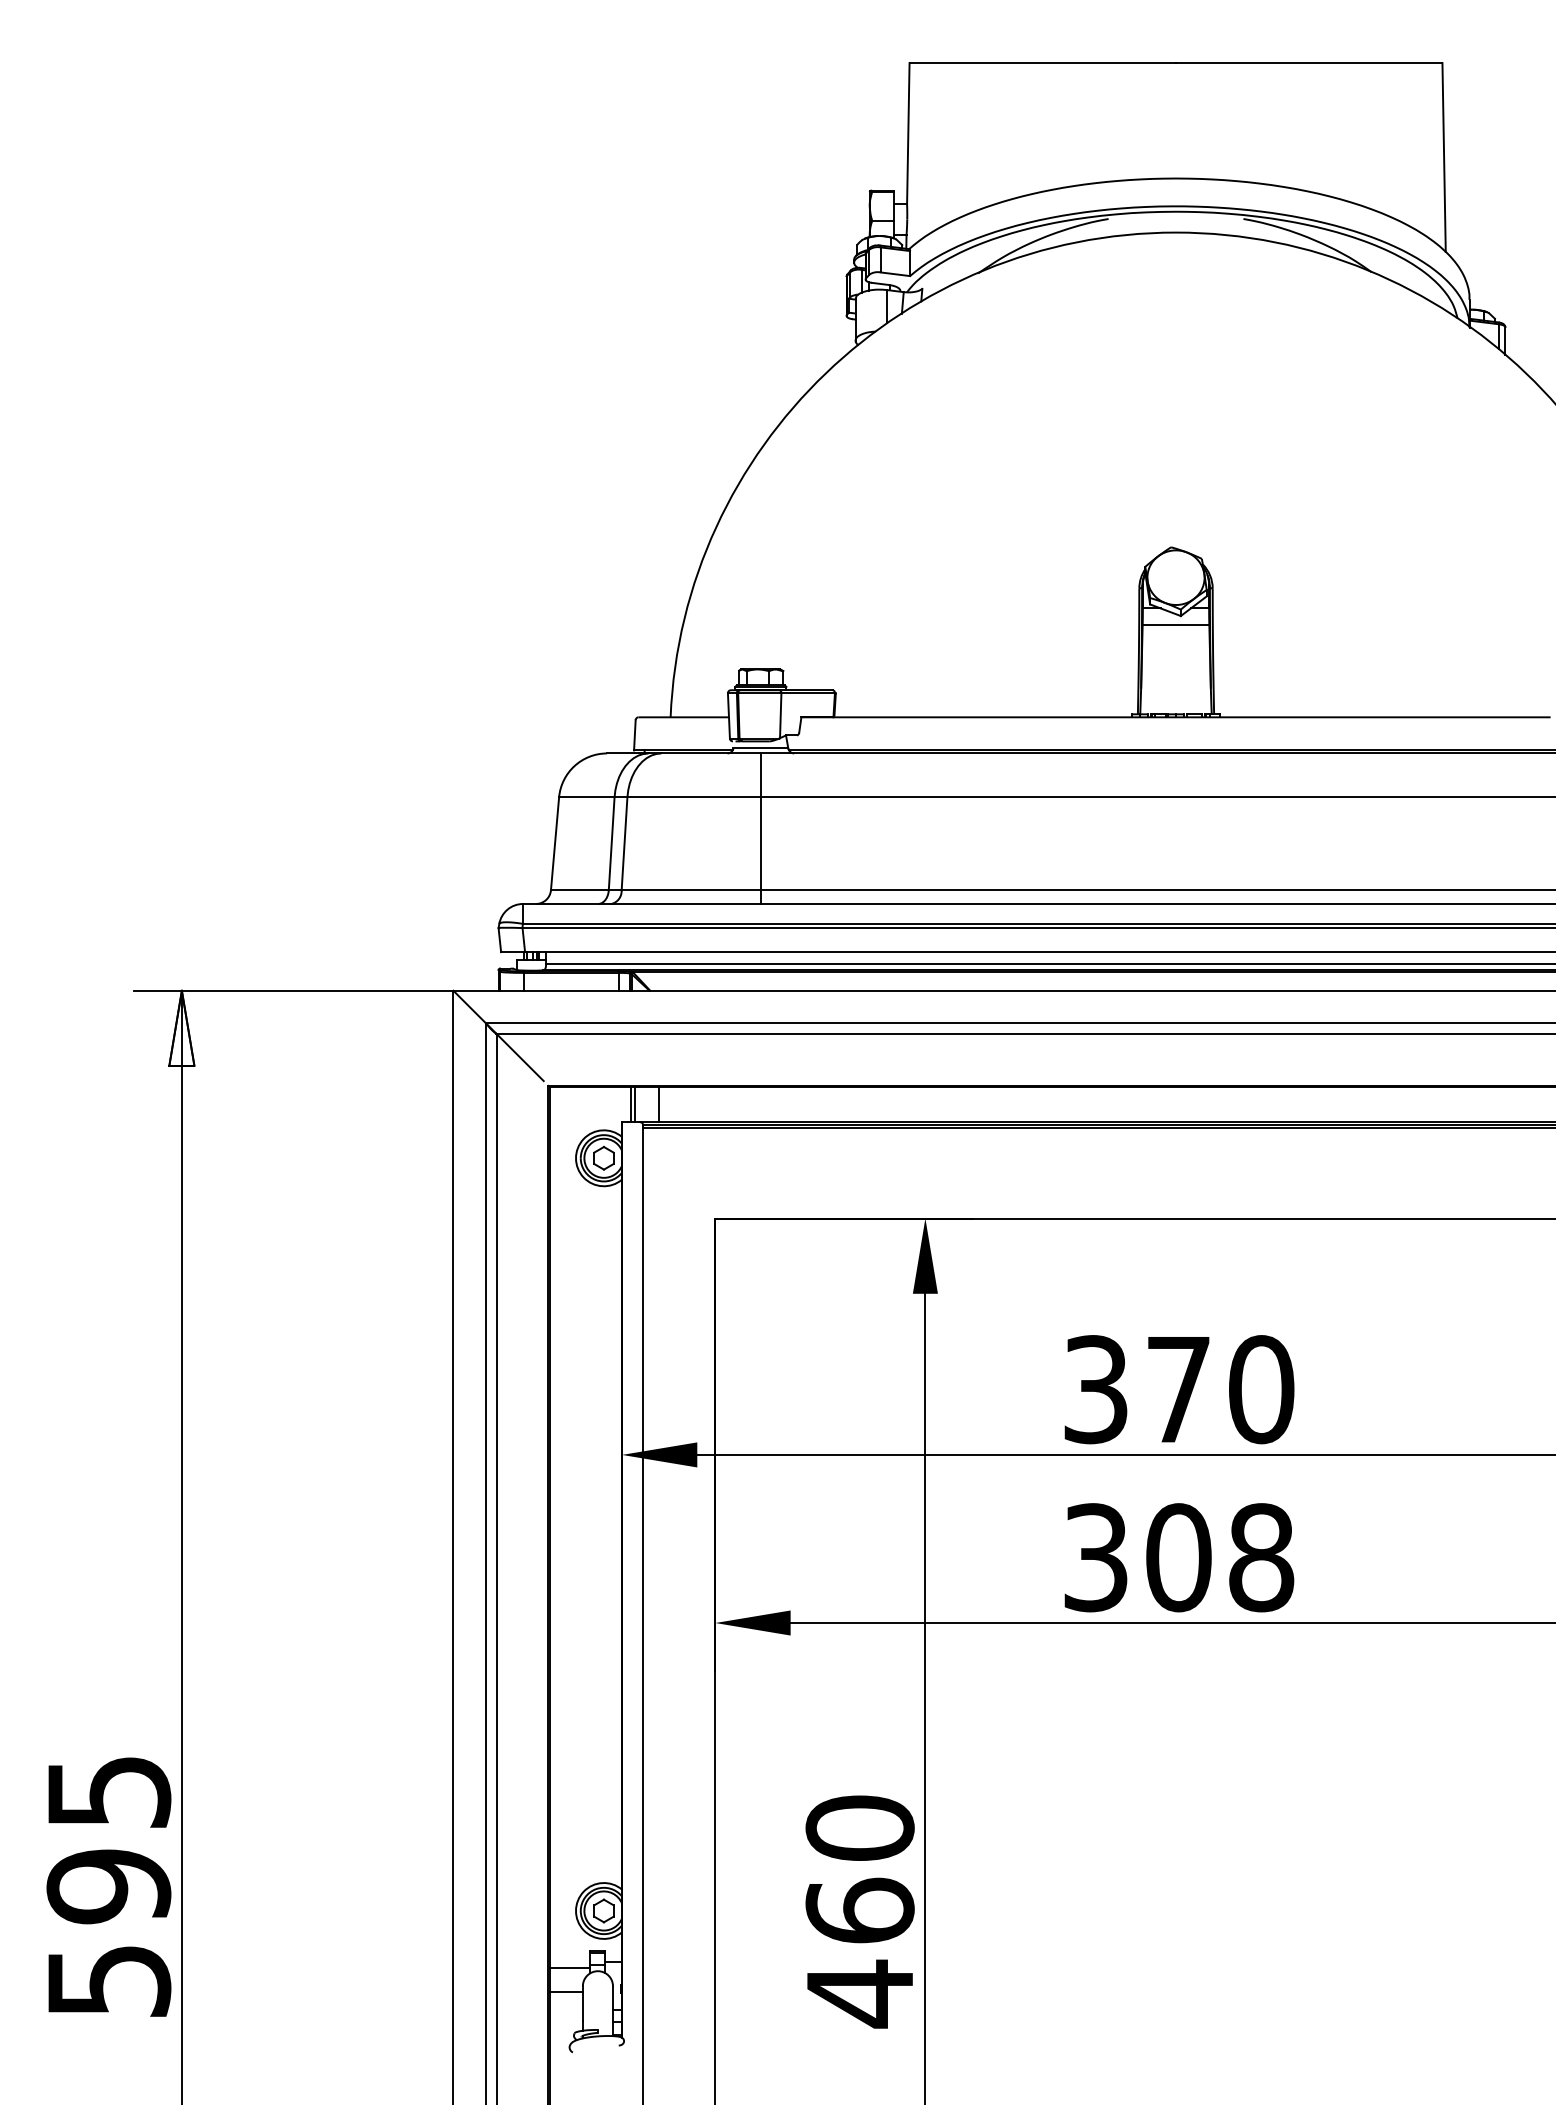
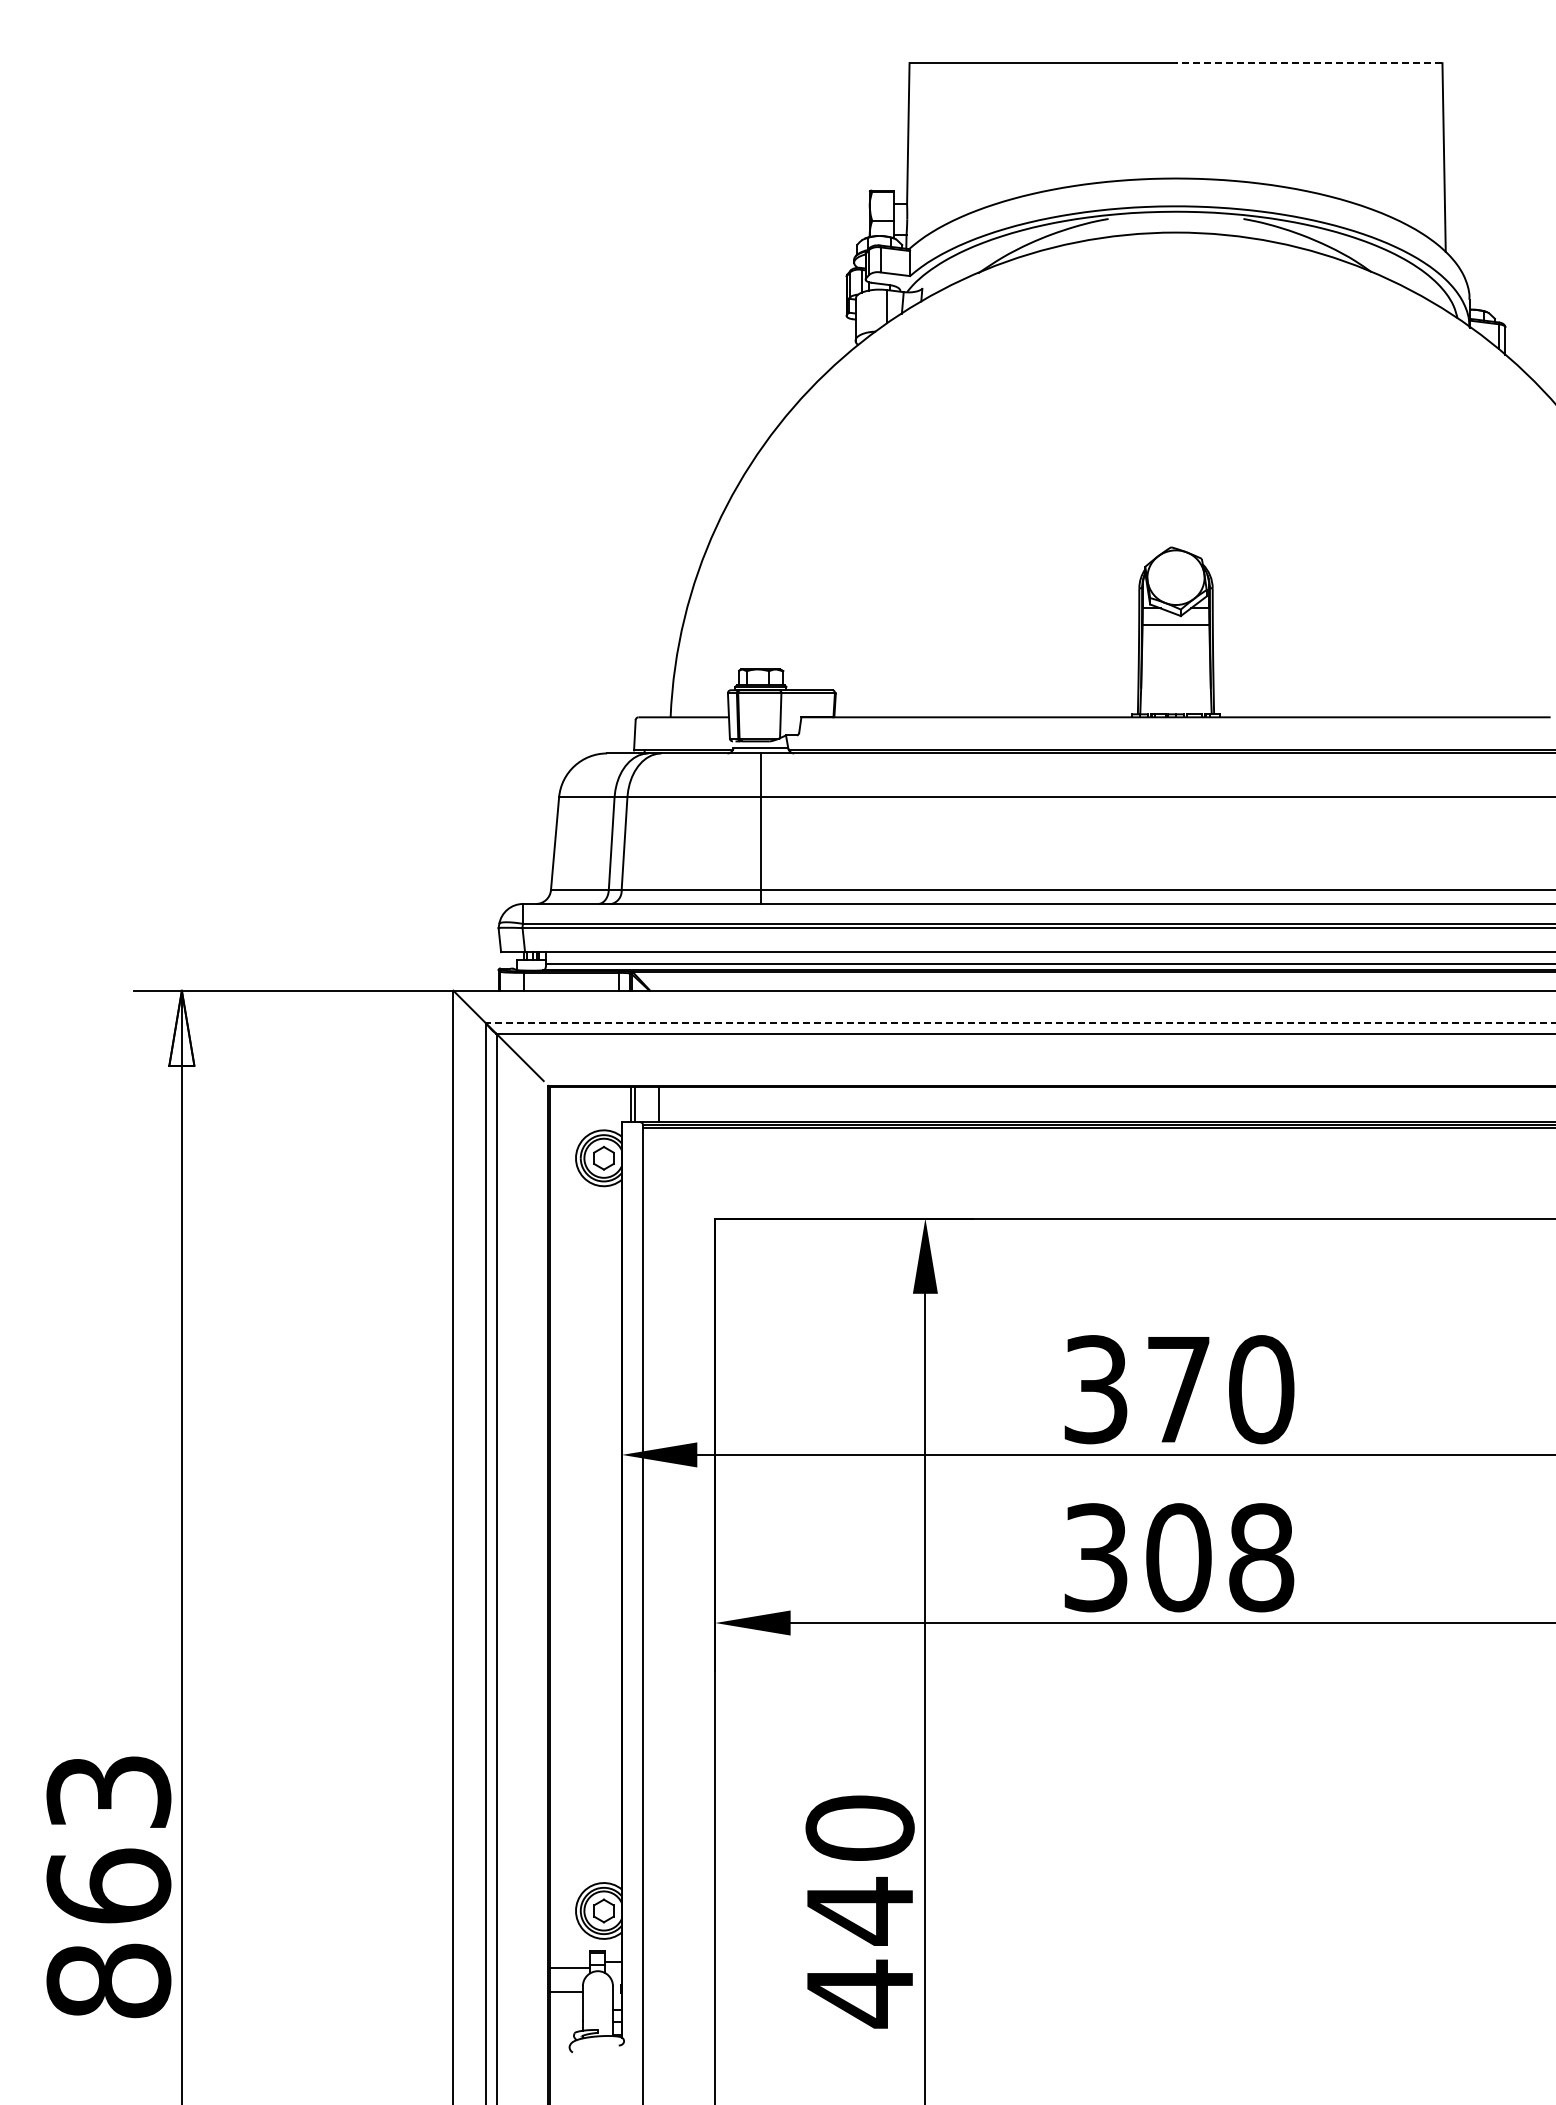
line at (1308, 63): solid -> dashed
line at (1021, 1023): solid -> dashed
text at (108, 1887): 595 -> 863
text at (859, 1910): 460 -> 440
